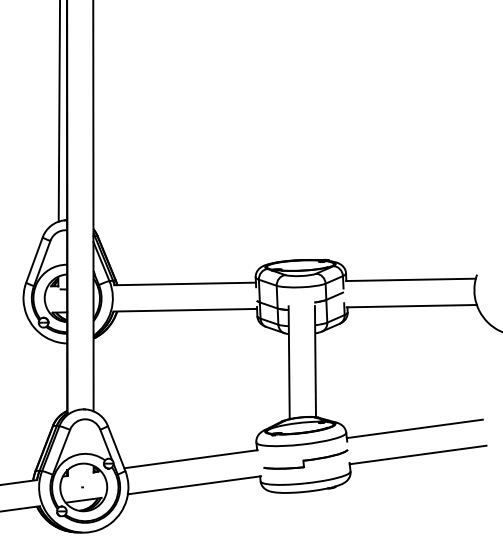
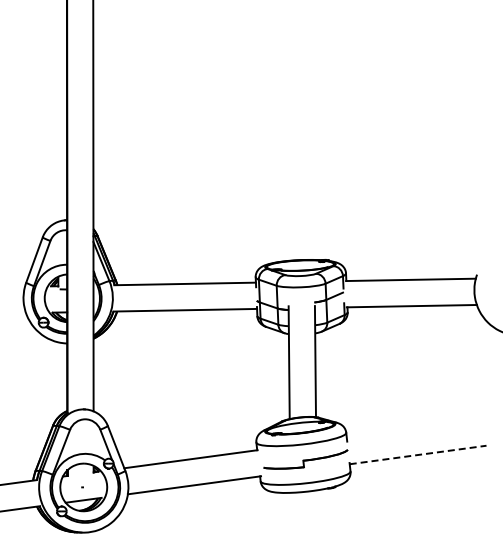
line at (59, 111): present -> none
line at (414, 428): present -> none
line at (418, 454): solid -> dashed
